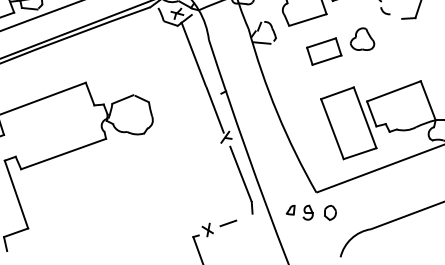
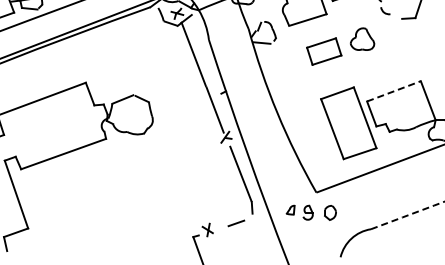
line at (393, 91): solid -> dashed
arc at (408, 215): solid -> dashed
line at (228, 223) position: (228, 223) -> (236, 223)
